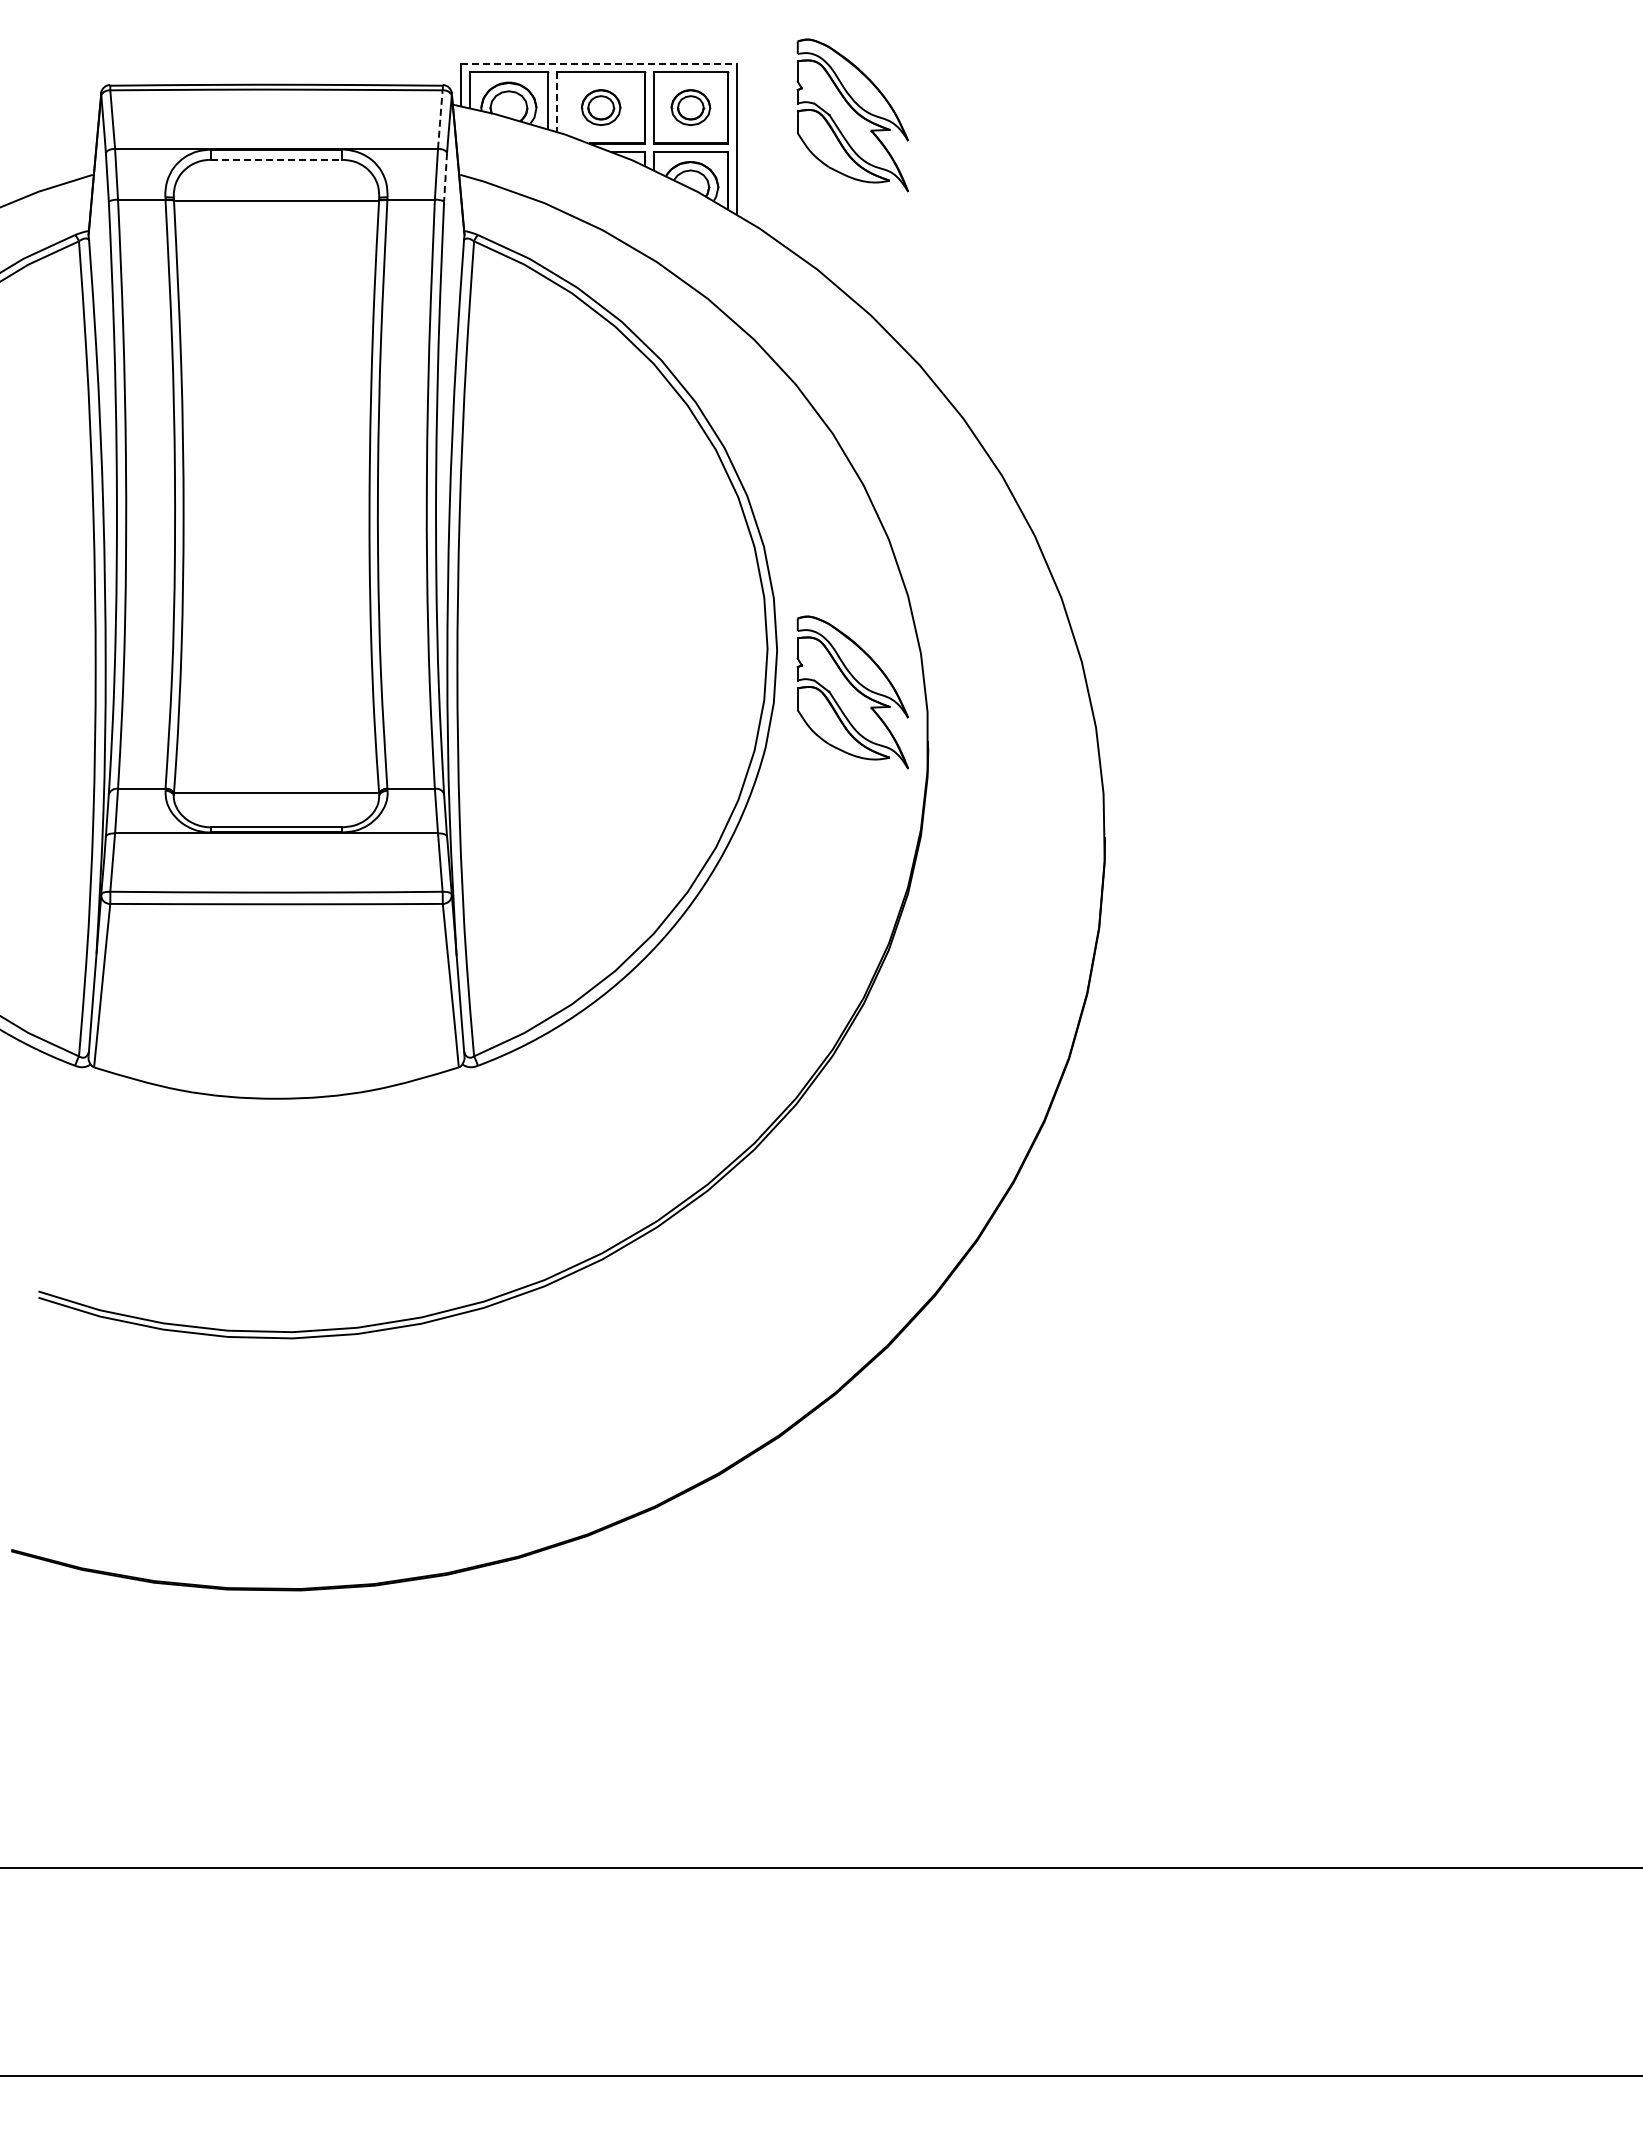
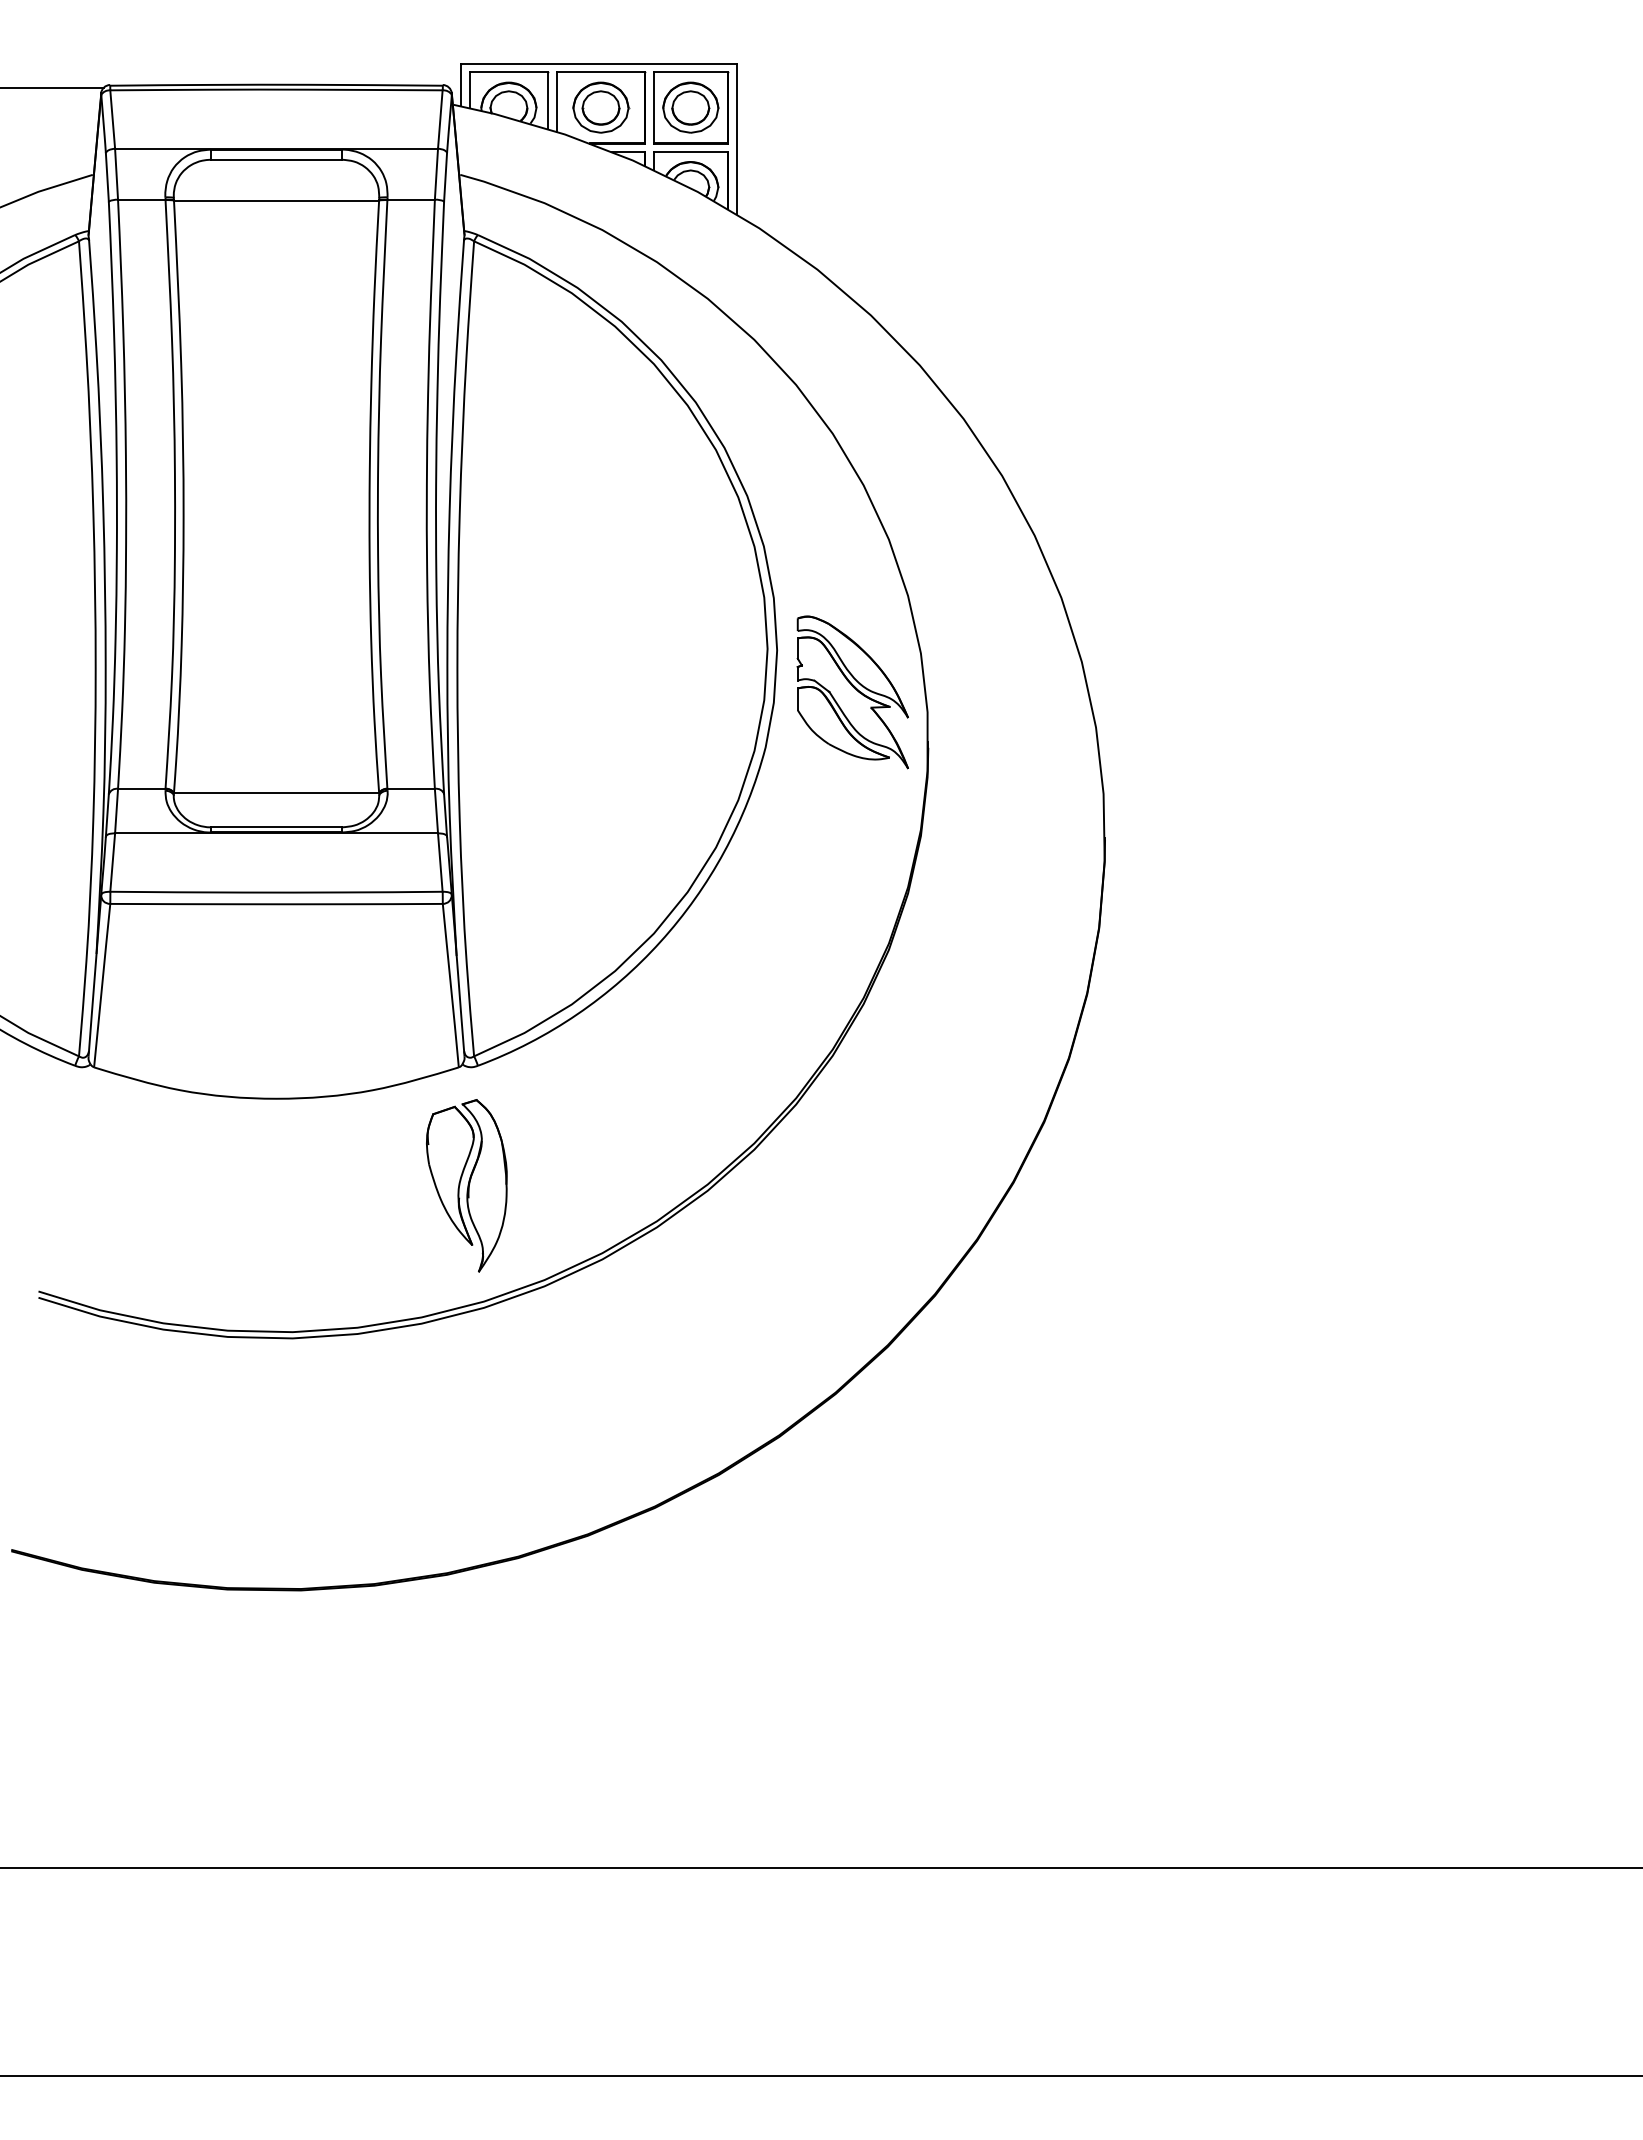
line at (599, 64): dashed -> solid
line at (53, 87): none -> present
line at (557, 102): dashed -> solid
part at (600, 107) size: 42x37 px -> 59x53 px
part at (690, 107) size: 42x37 px -> 58x53 px
part at (852, 115): present -> none
line at (440, 119): dashed -> solid
line at (276, 159): dashed -> solid
line at (445, 177): dashed -> solid
part at (466, 1185): none -> present
